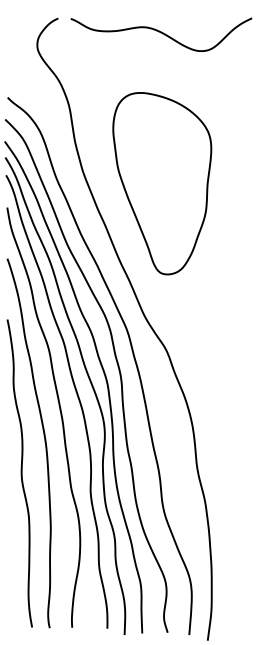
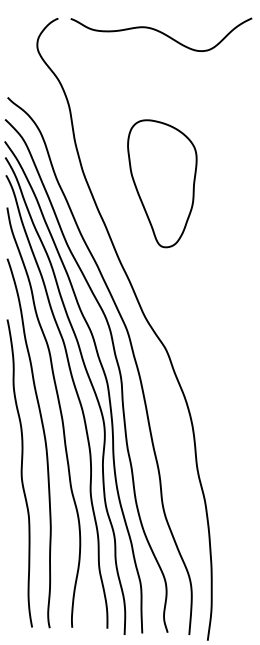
part at (162, 183) size: 101x184 px -> 71x130 px
